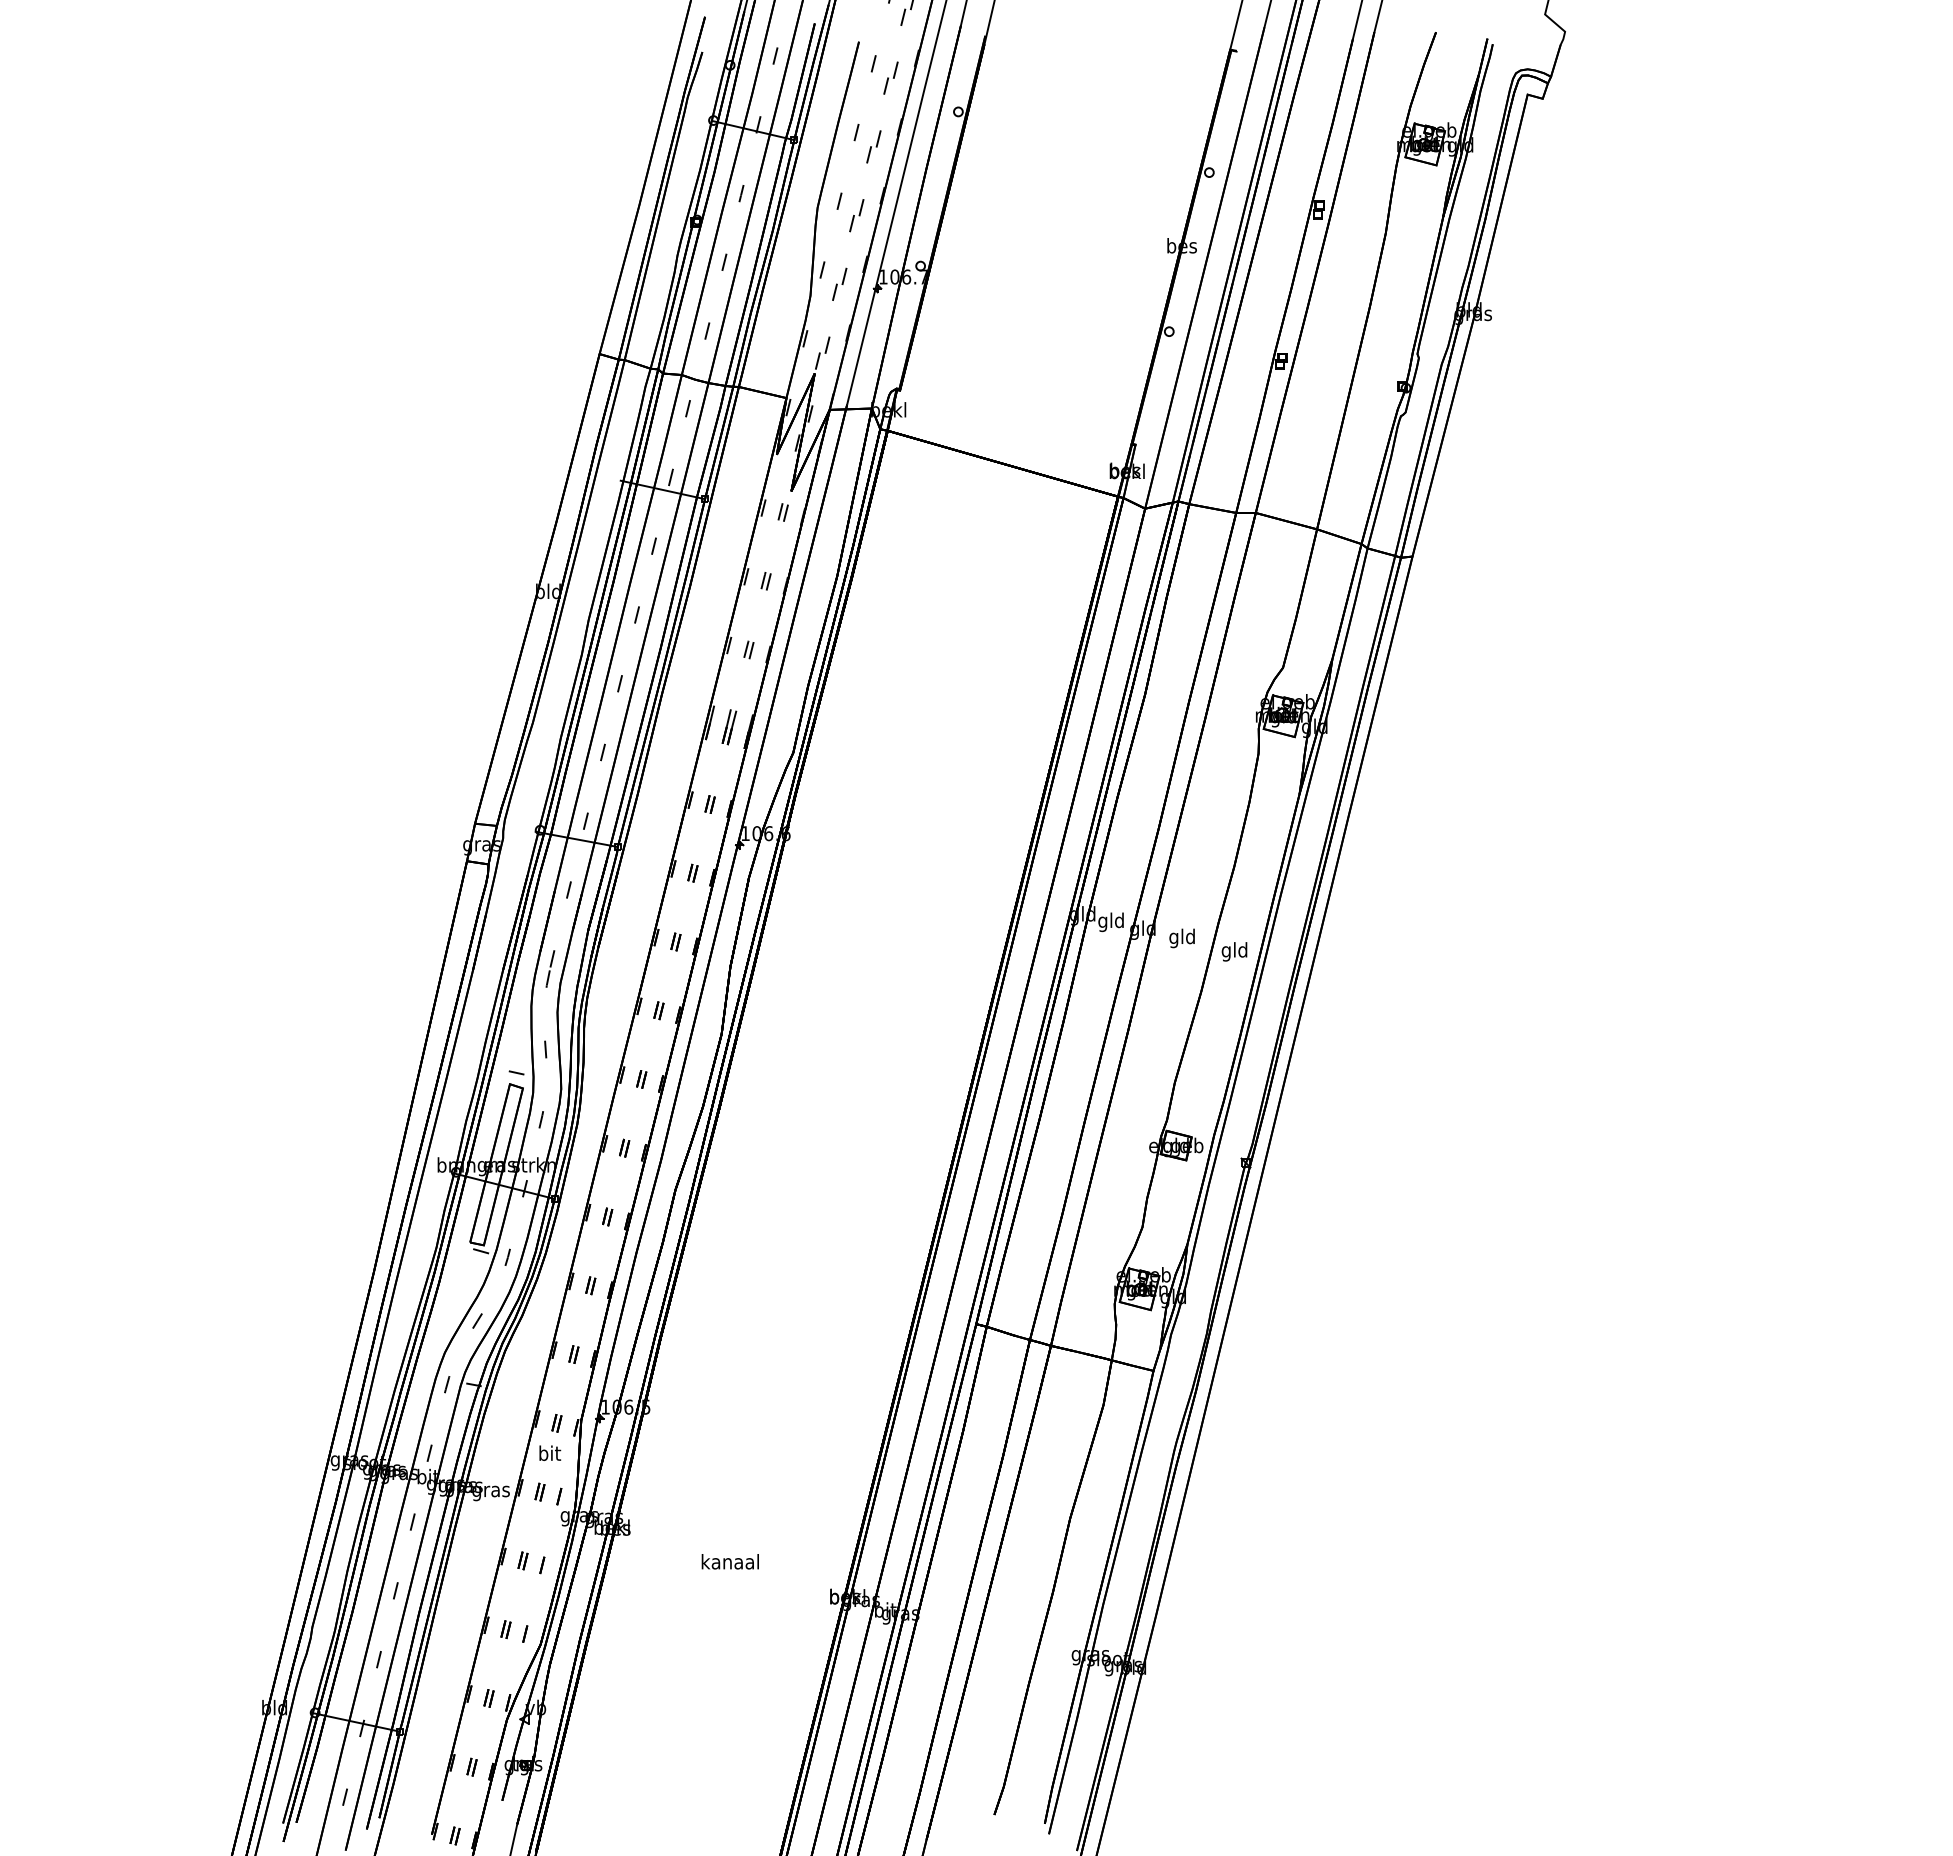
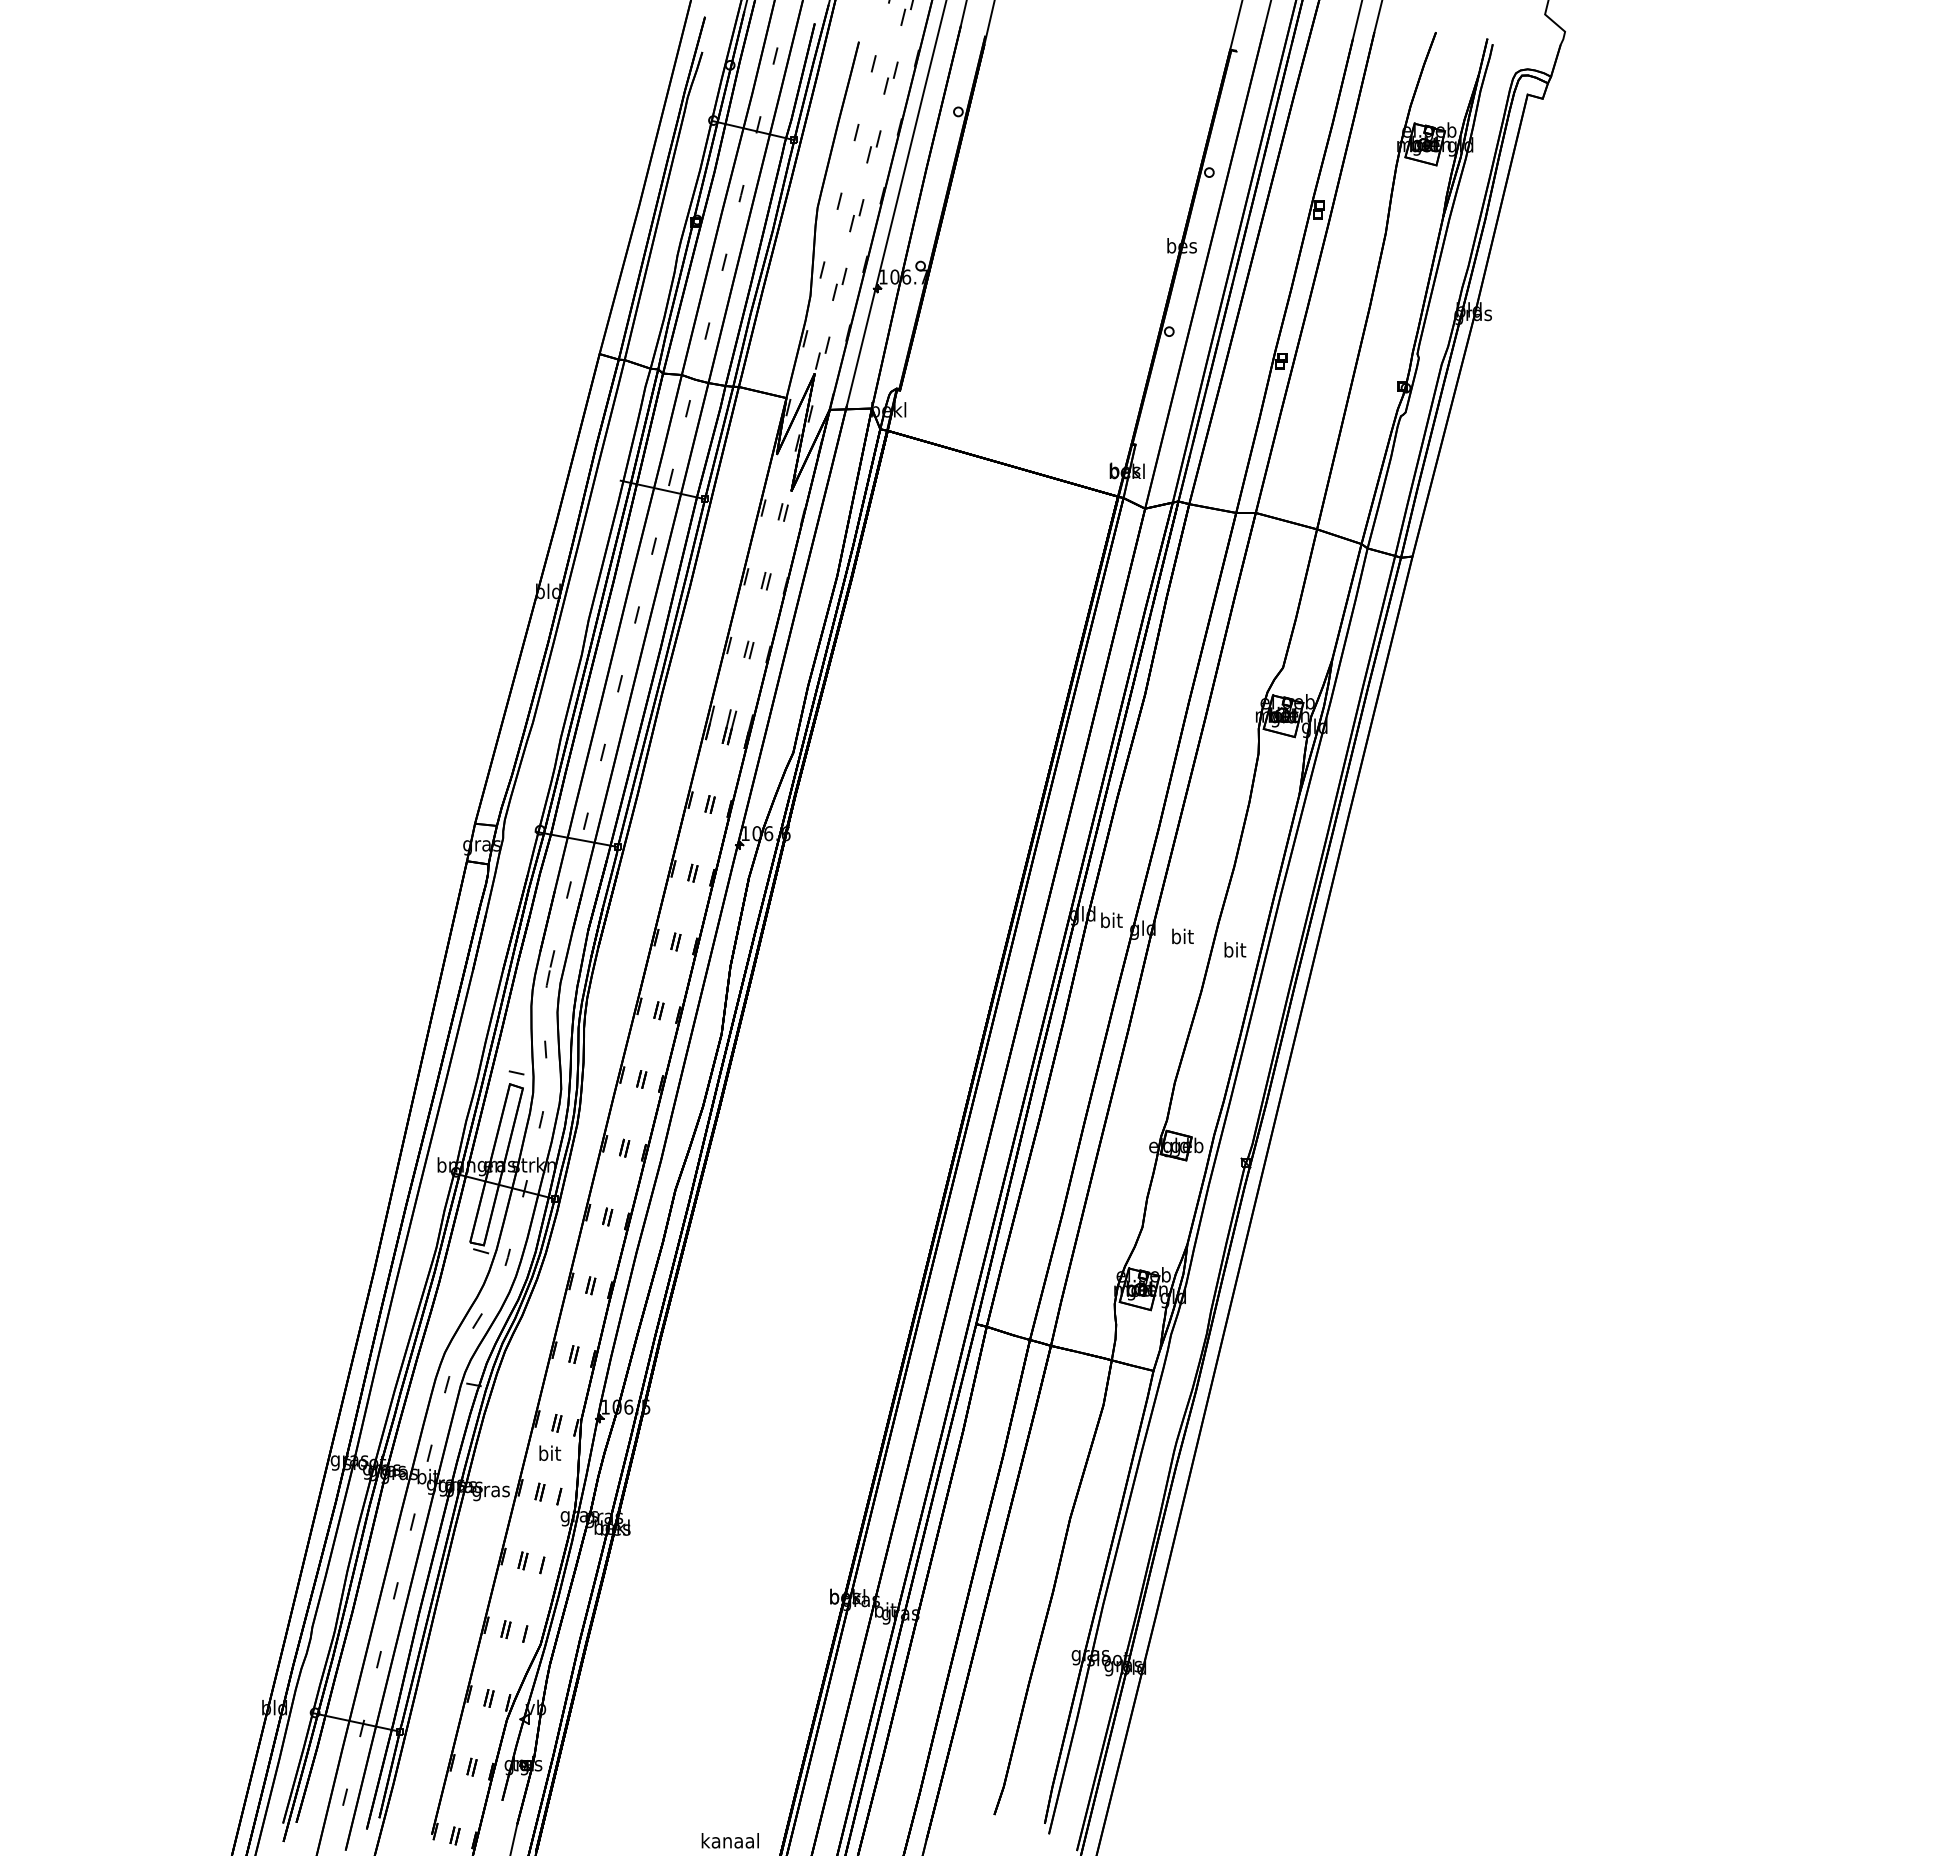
text at (1110, 922): gld -> bit
text at (1181, 938): gld -> bit
text at (1234, 951): gld -> bit
text at (729, 1561) position: (729, 1561) -> (729, 1840)
